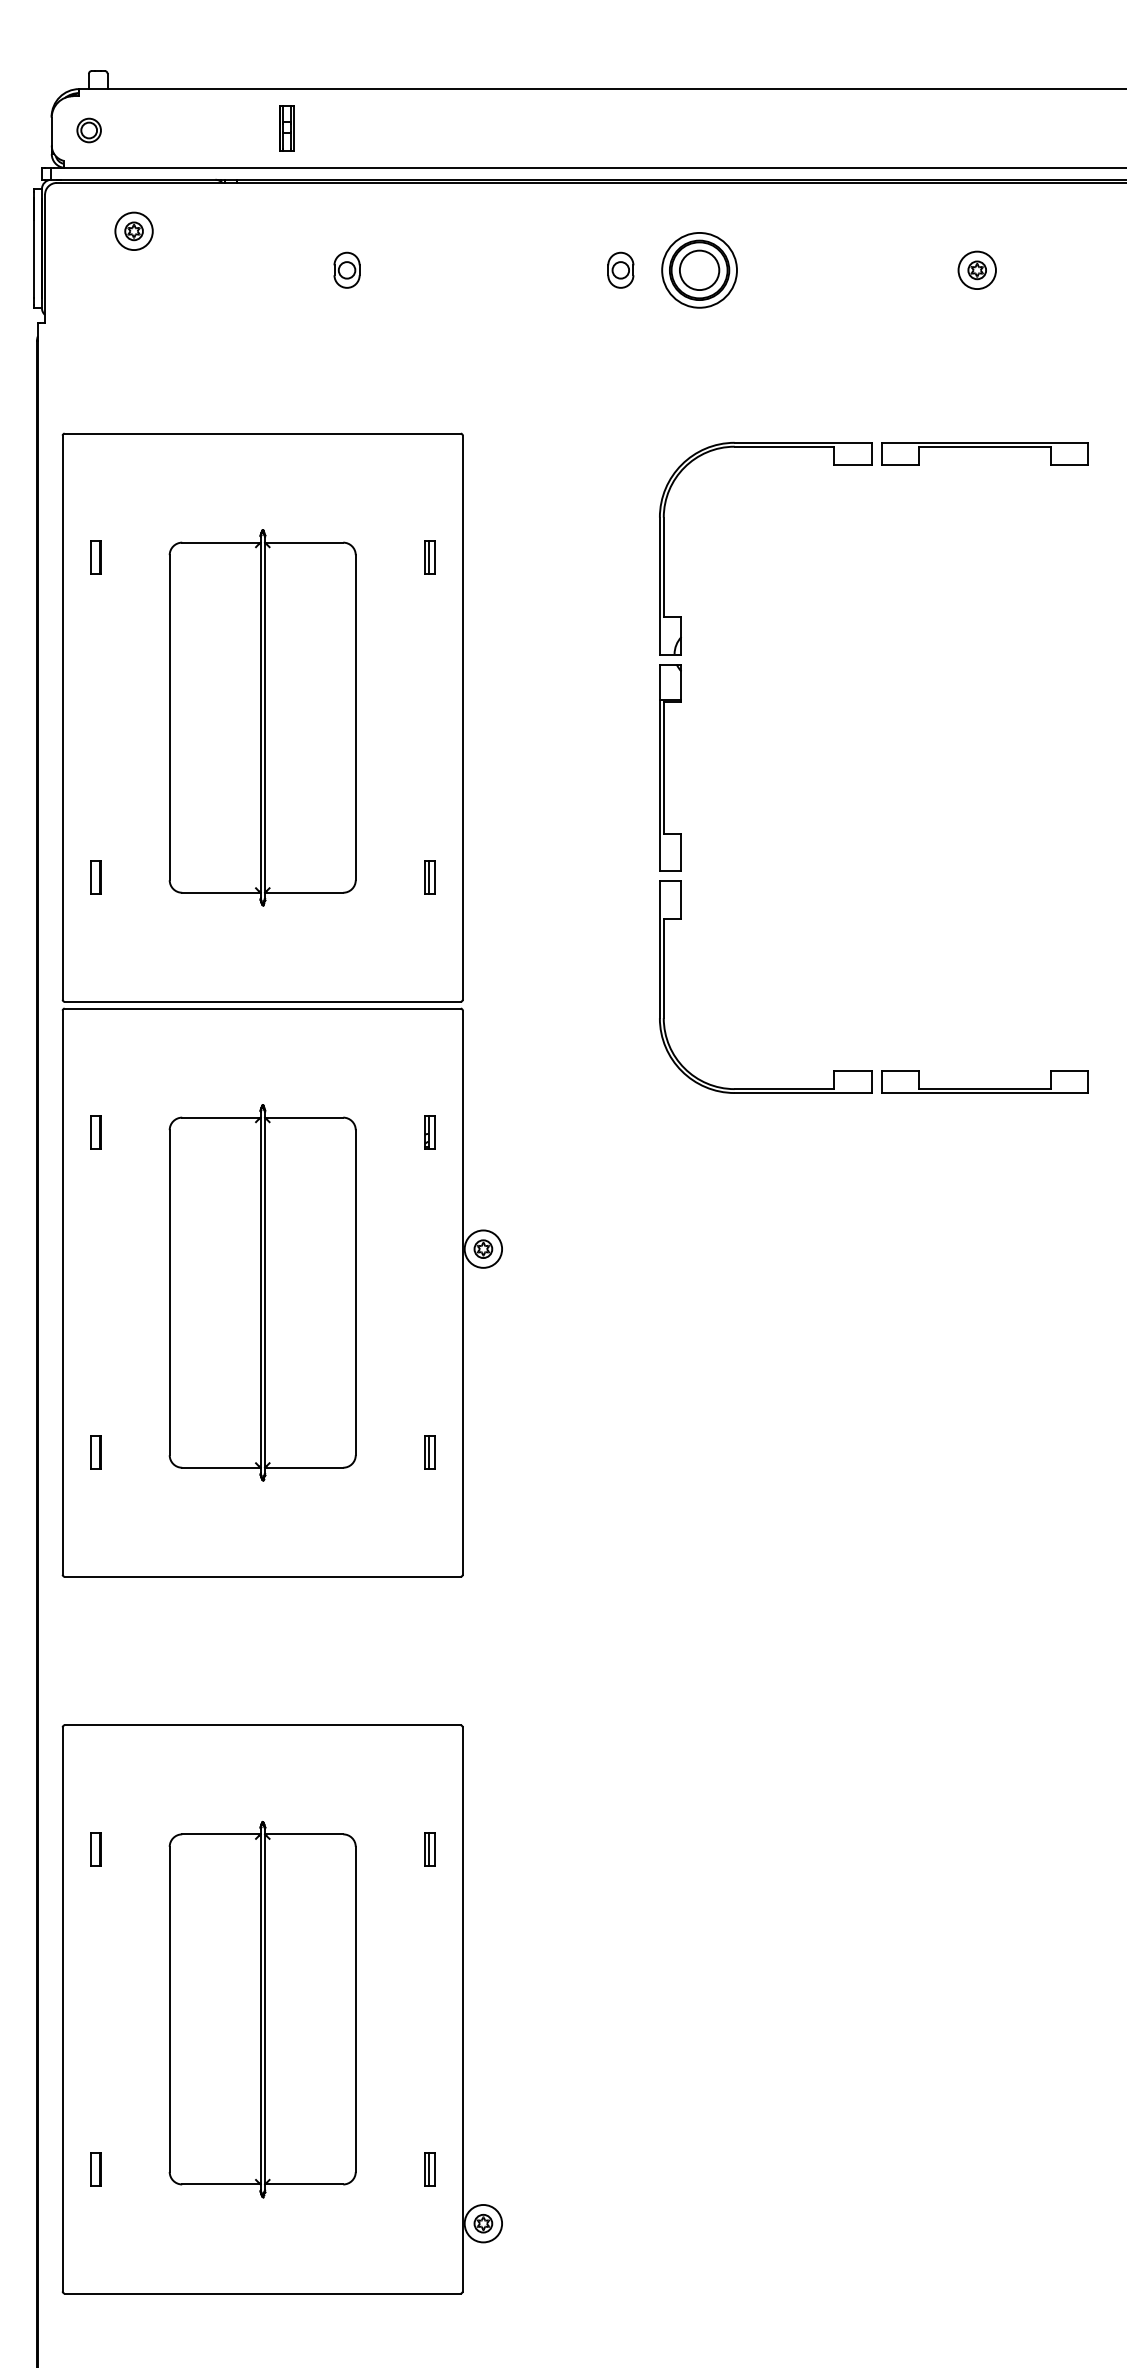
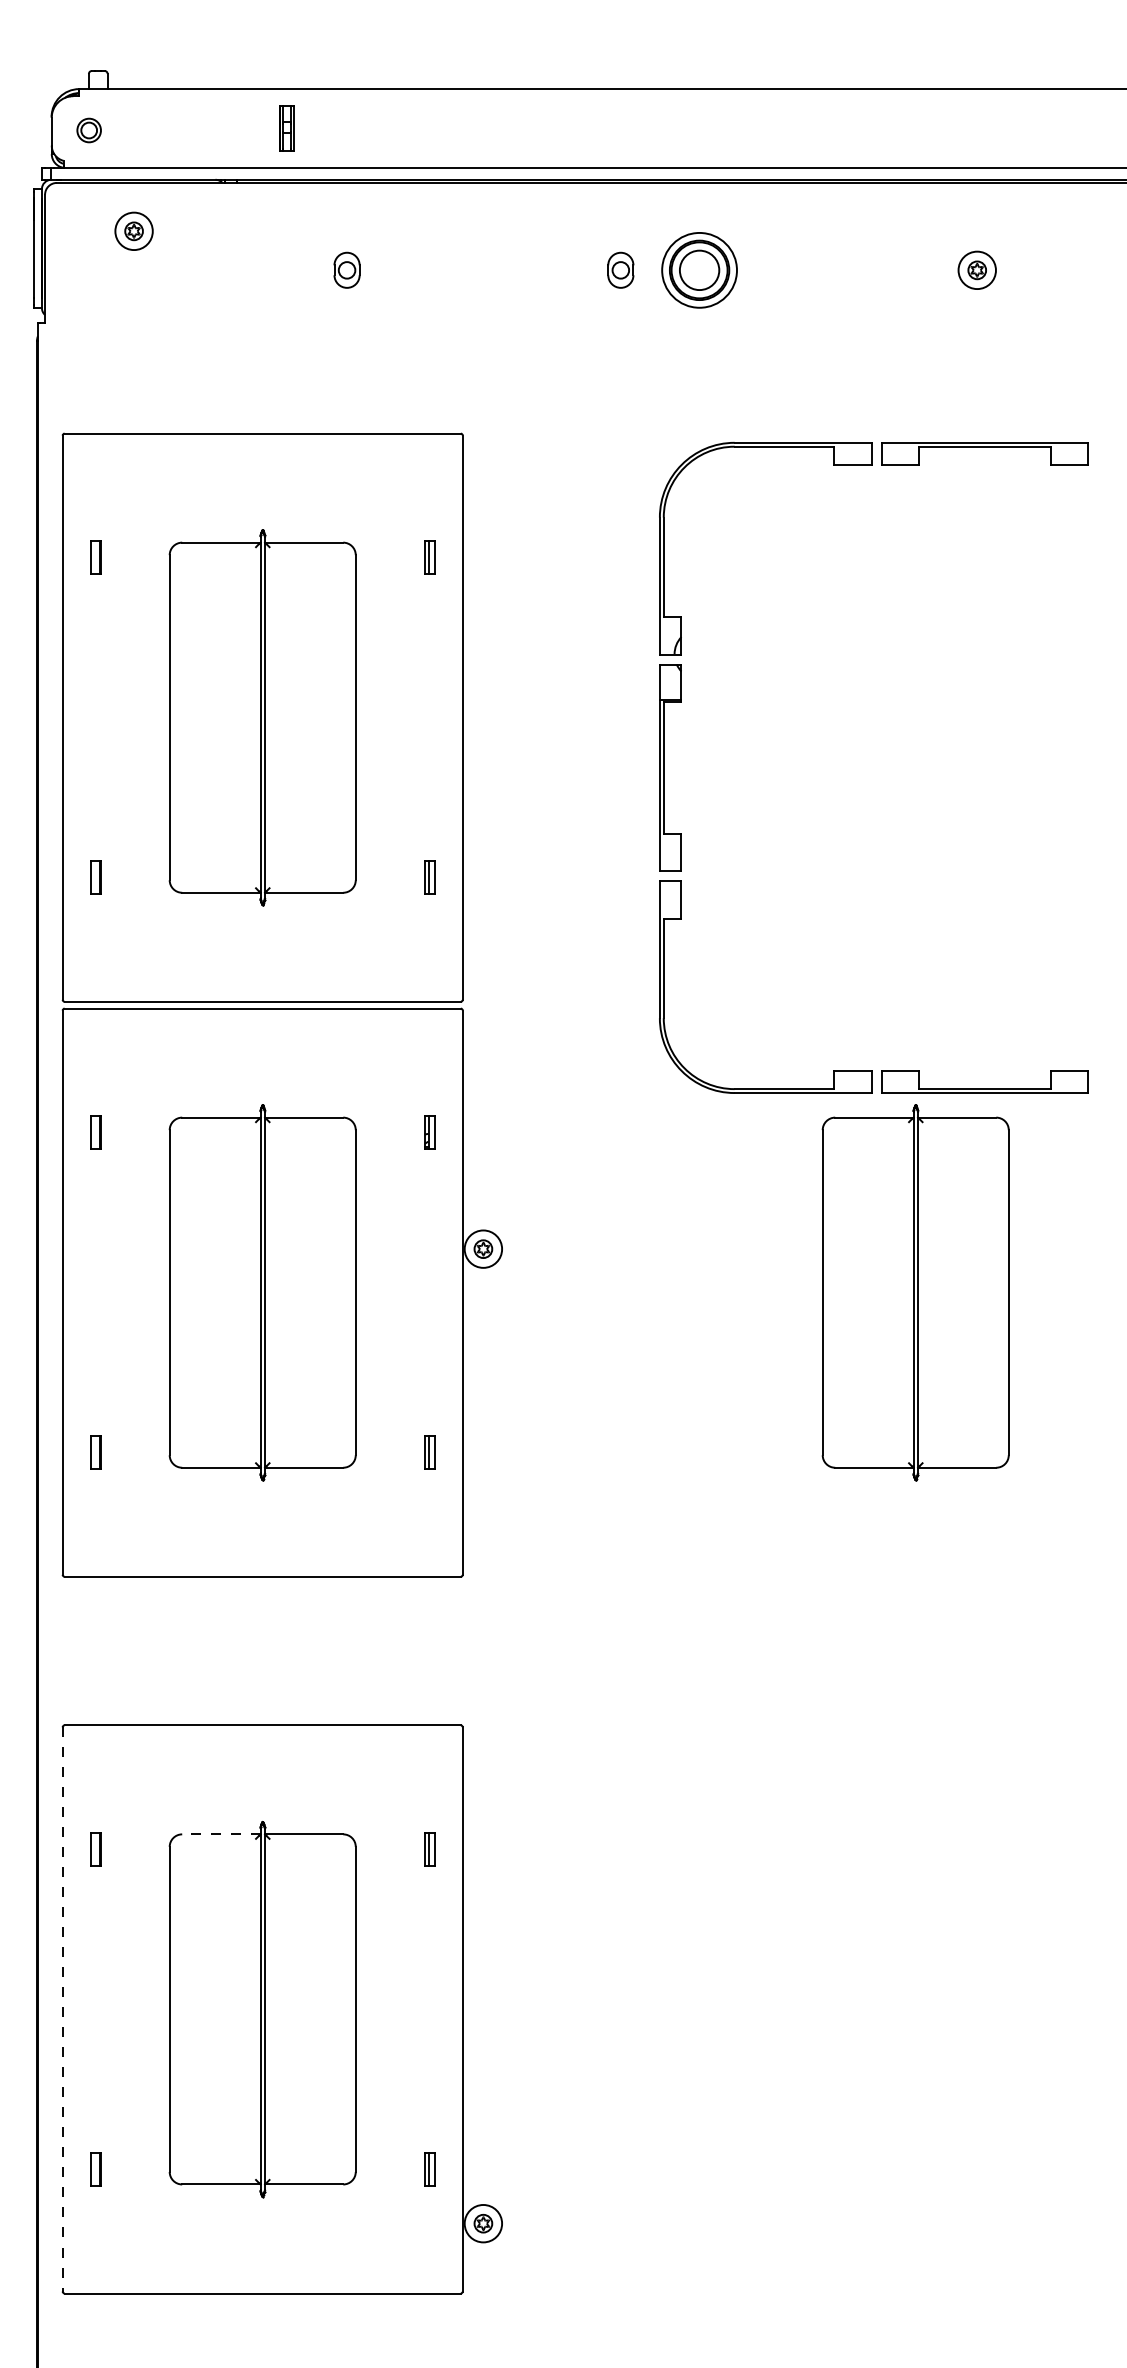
part at (915, 1292): none -> present
line at (220, 1834): solid -> dashed
line at (62, 2009): solid -> dashed
